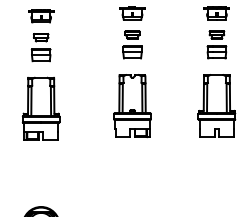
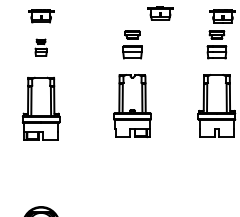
part at (132, 13) position: (132, 13) -> (160, 13)
part at (216, 13) position: (216, 13) -> (222, 16)
part at (40, 47) size: 22x30 px -> 14x19 px
